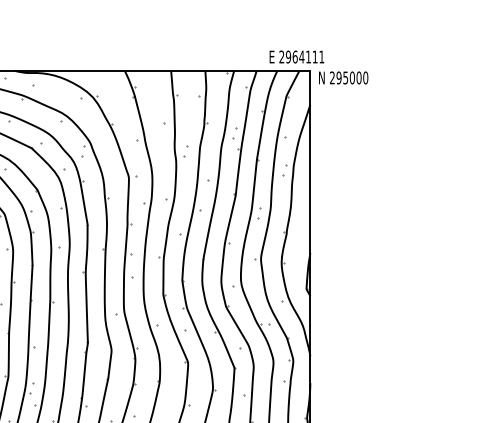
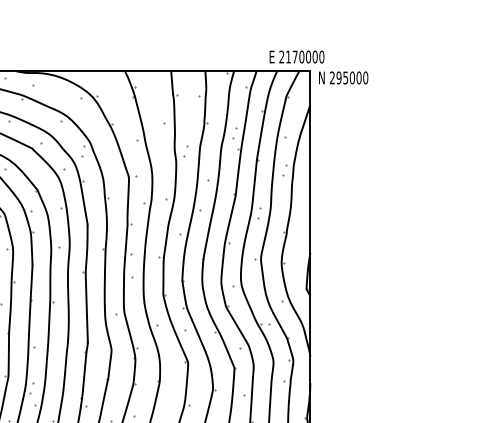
text at (305, 56): 2964111 -> 2170000
